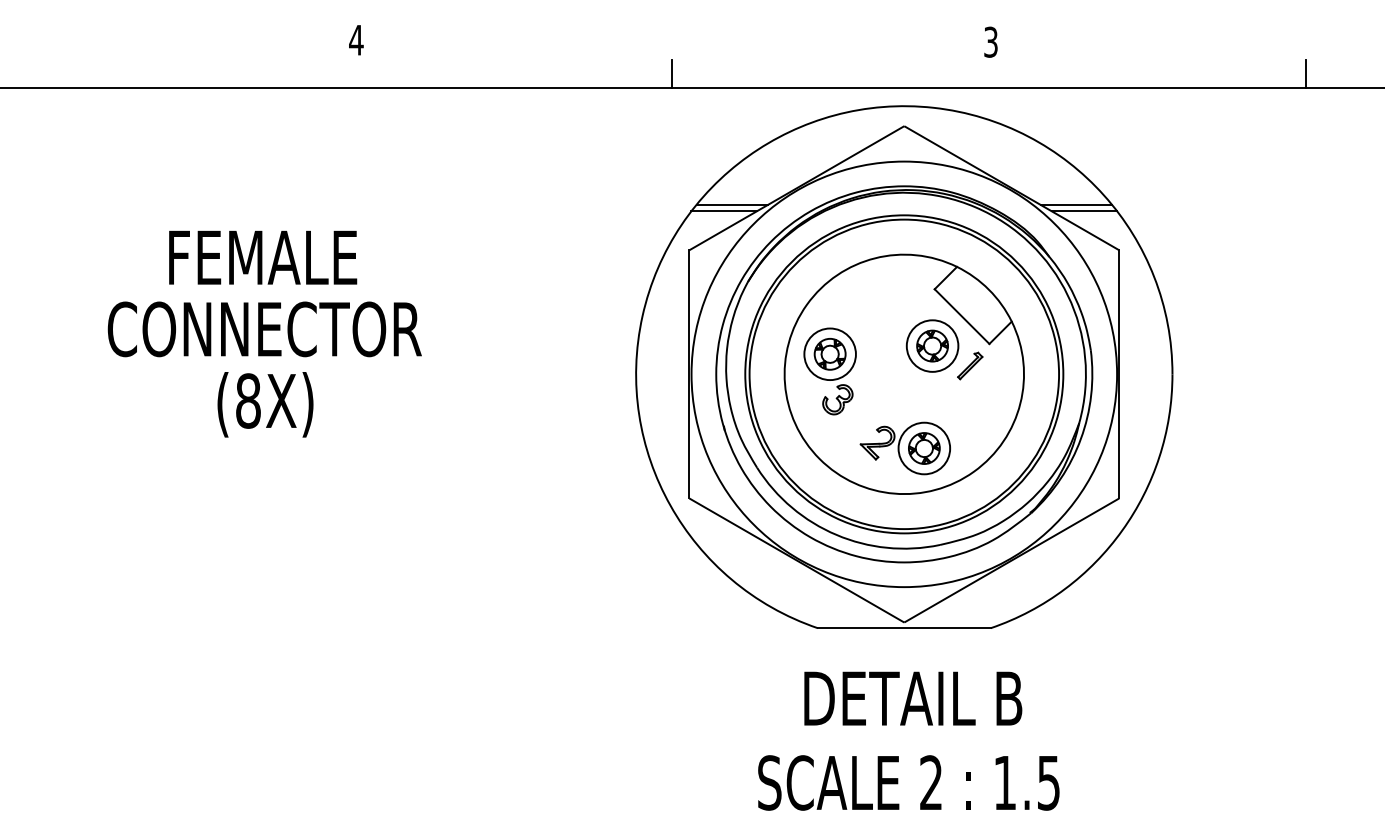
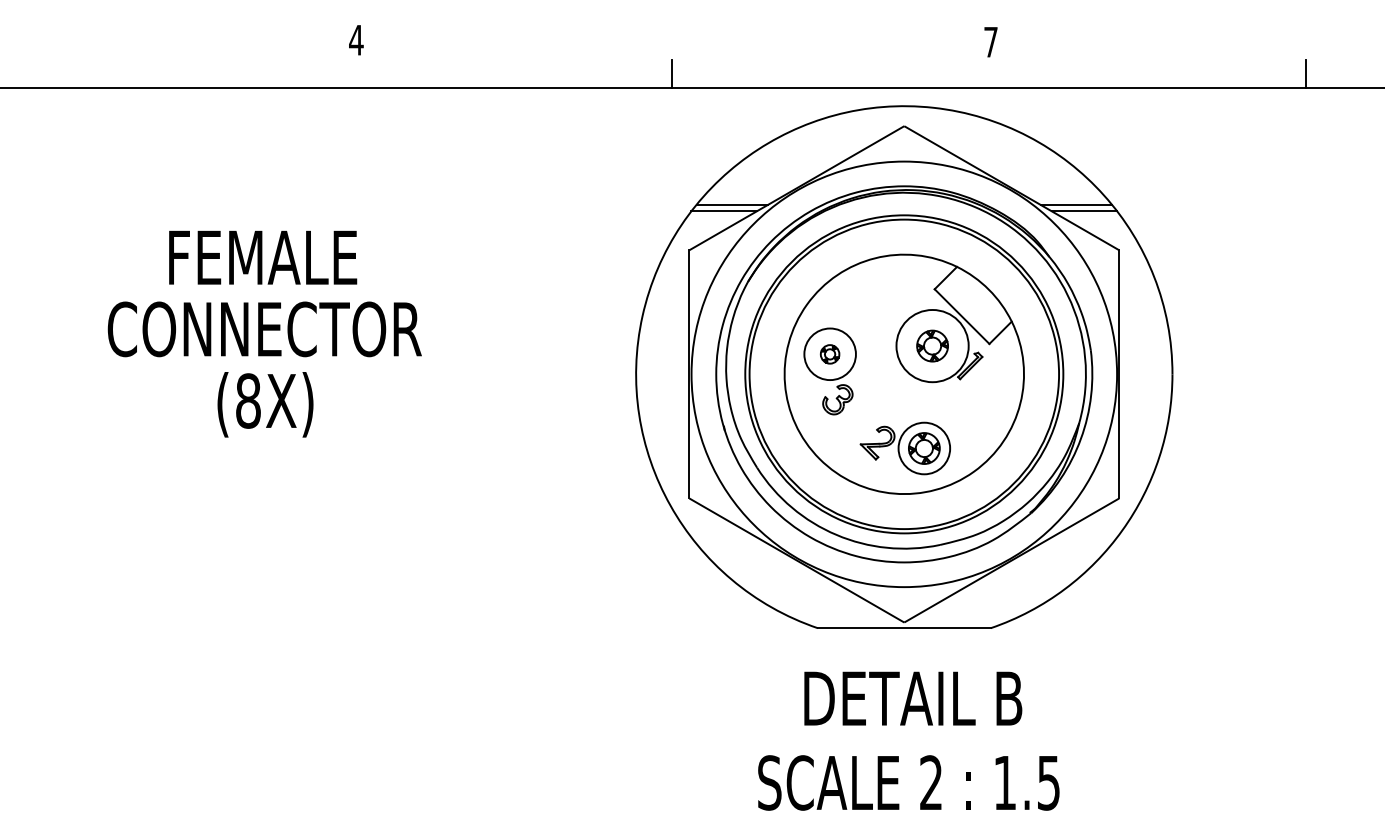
text at (990, 41): 3 -> 7
circle at (932, 345) diameter: 52 px -> 72 px
part at (829, 354) size: 34x33 px -> 22x21 px
